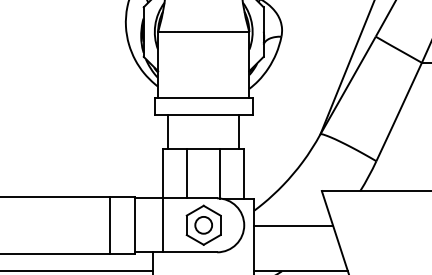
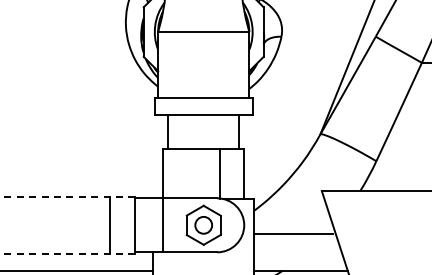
line at (186, 173): present -> none
line at (67, 196): solid -> dashed
line at (293, 225) position: (293, 225) -> (293, 233)
line at (67, 254): solid -> dashed
